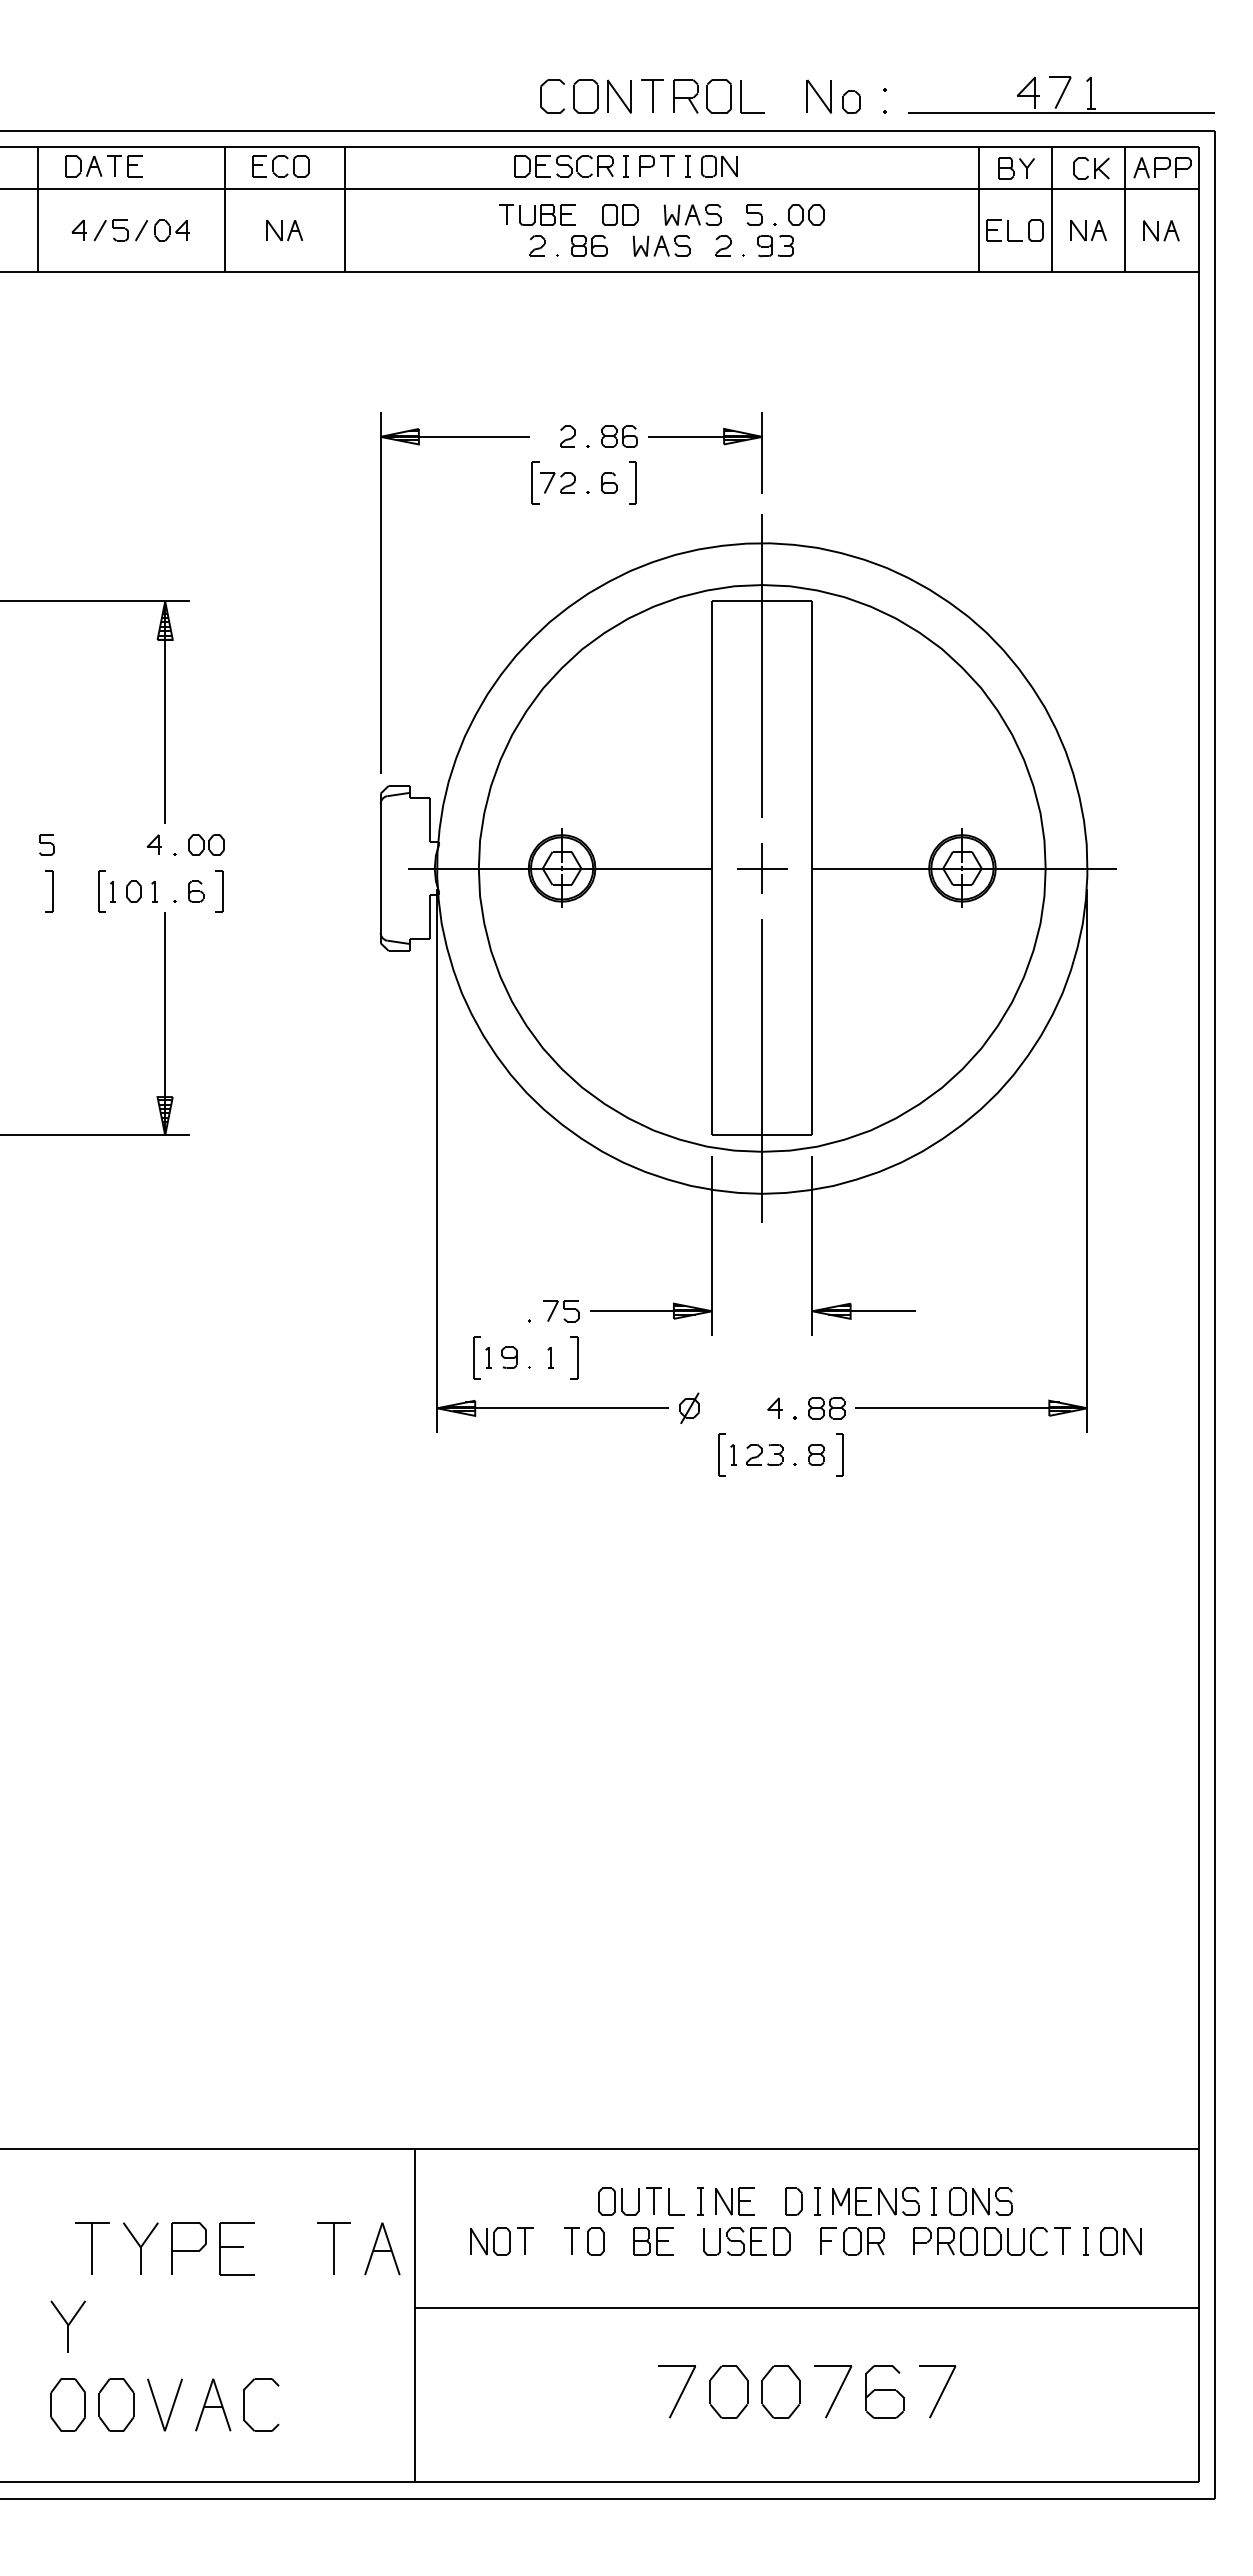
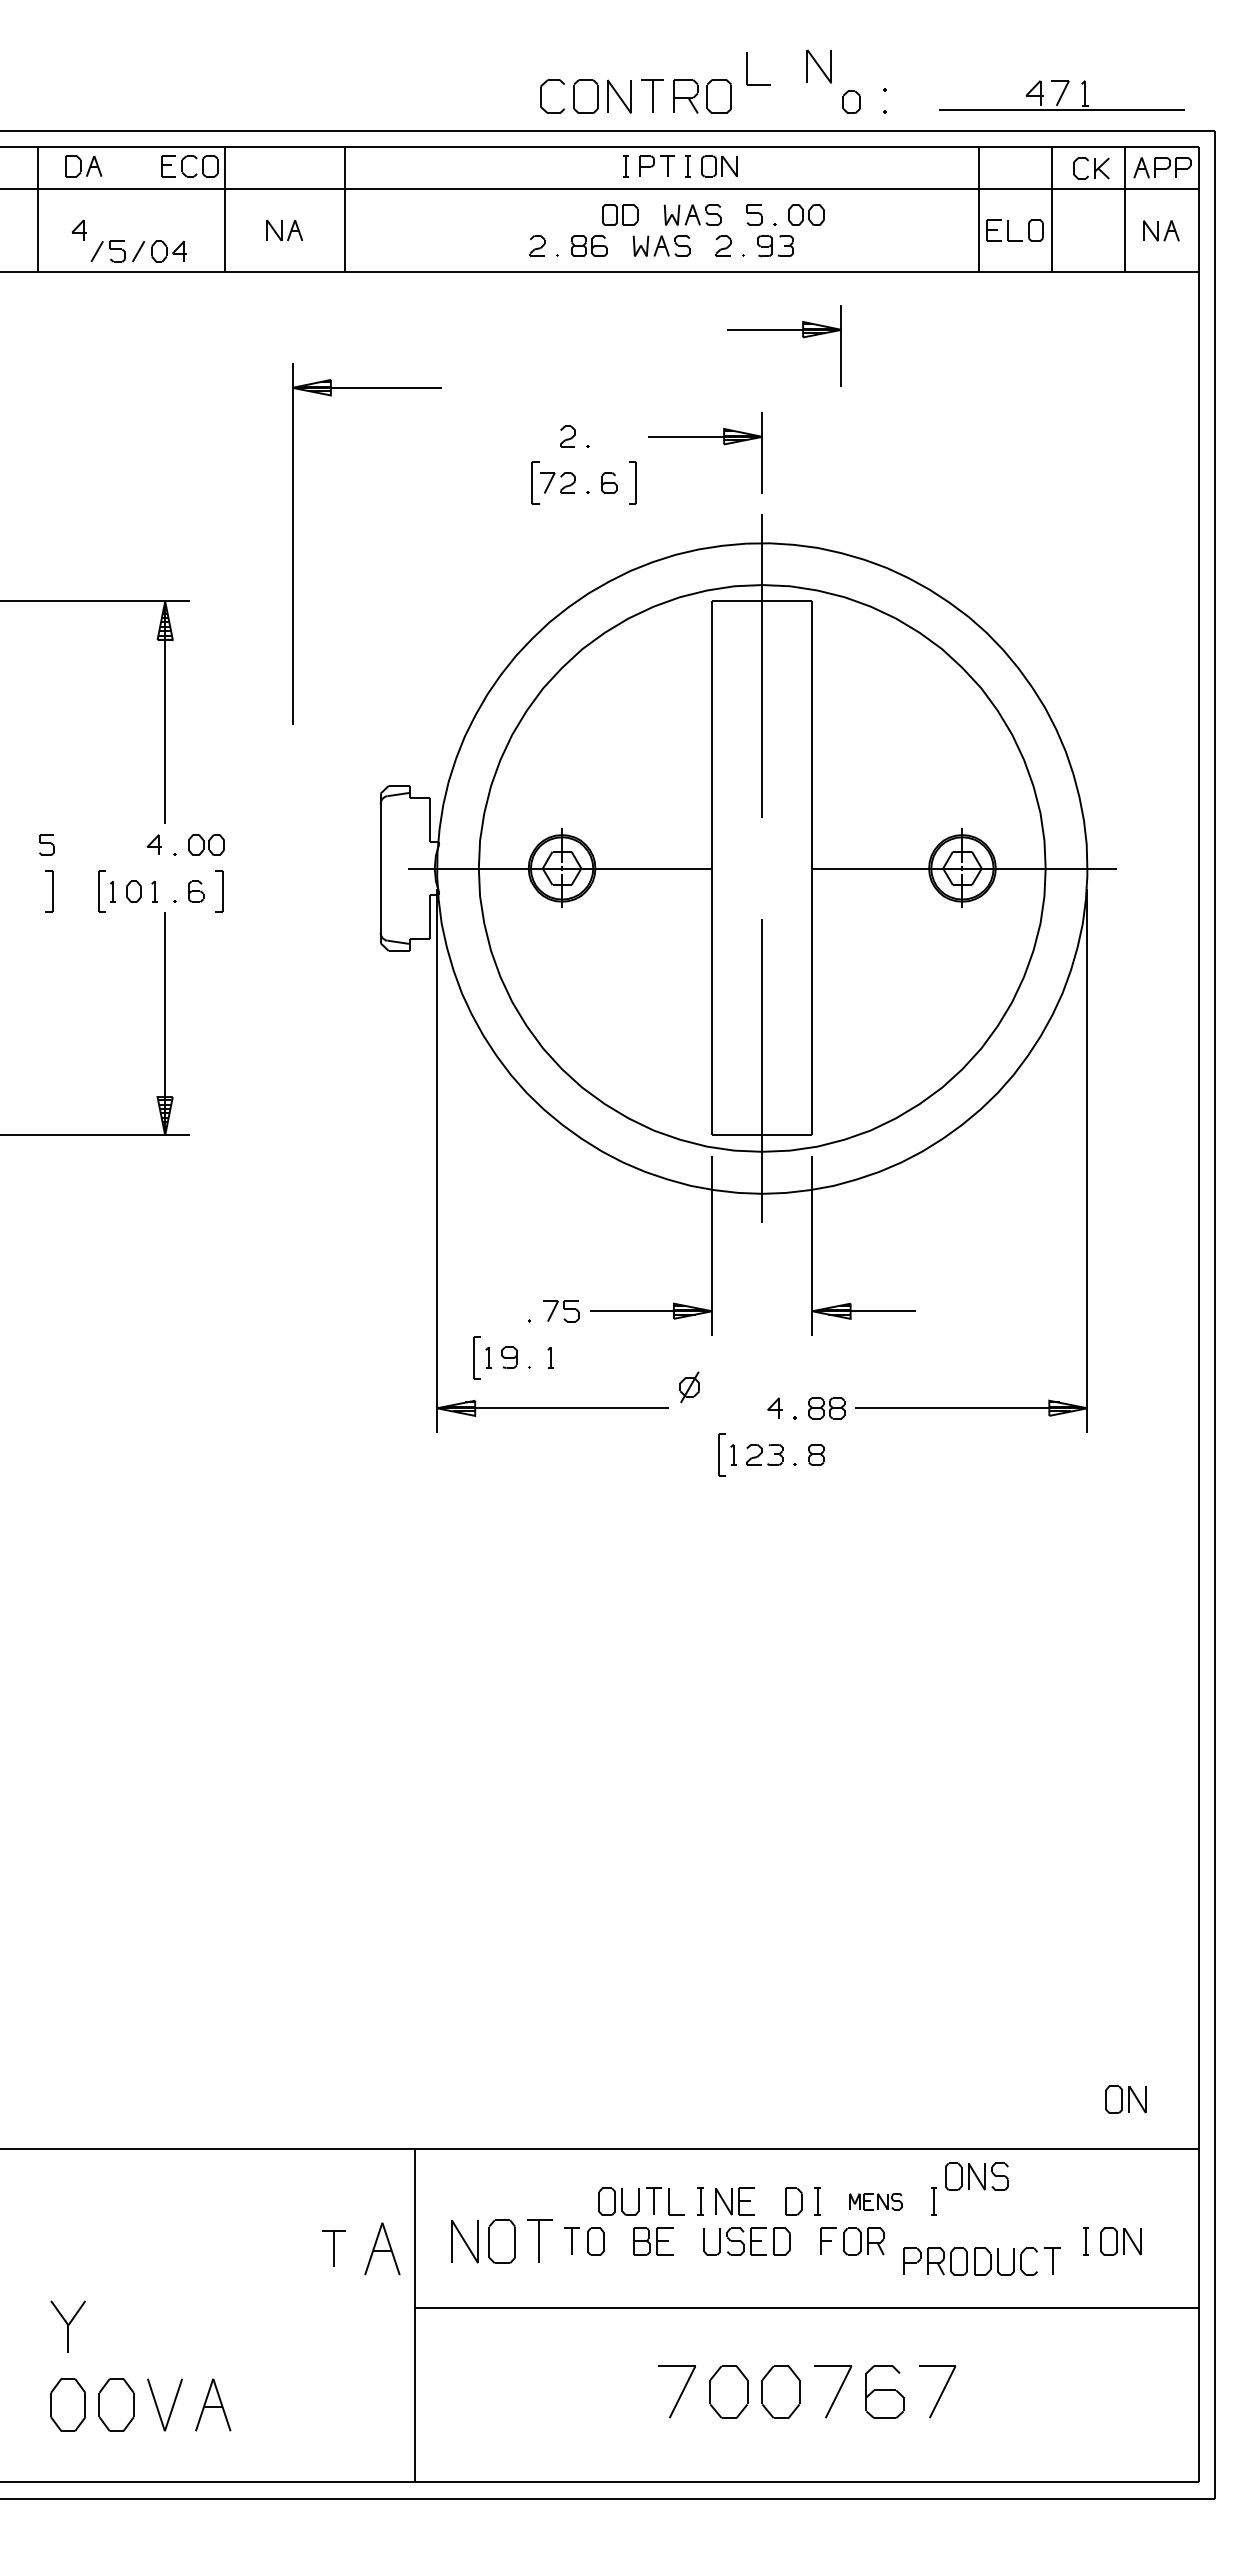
part at (1061, 94) size: 307x38 px -> 246x31 px
part at (741, 96) position: (741, 96) -> (747, 68)
part at (818, 96) position: (818, 96) -> (818, 66)
part at (124, 166): present -> none
part at (273, 166) position: (273, 166) -> (182, 166)
part at (563, 166): present -> none
part at (1016, 168): present -> none
part at (537, 214): present -> none
part at (141, 230) position: (141, 230) -> (138, 251)
part at (1088, 230): present -> none
part at (784, 330): none -> present
part at (619, 436): present -> none
part at (381, 592) position: (381, 592) -> (293, 543)
part at (762, 868): present -> none
part at (574, 1357): present -> none
part at (689, 1408) position: (689, 1408) -> (689, 1387)
part at (839, 1454): present -> none
part at (1125, 2099): none -> present
part at (875, 2201) size: 88x29 px -> 54x18 px
part at (980, 2201) position: (980, 2201) -> (976, 2176)
part at (501, 2241) size: 64x29 px -> 102x45 px
part at (991, 2241) position: (991, 2241) -> (981, 2261)
part at (92, 2248): present -> none
part at (140, 2248): present -> none
part at (188, 2248): present -> none
part at (236, 2248): present -> none
part at (333, 2248) size: 34x53 px -> 24x37 px
part at (244, 2404): present -> none
